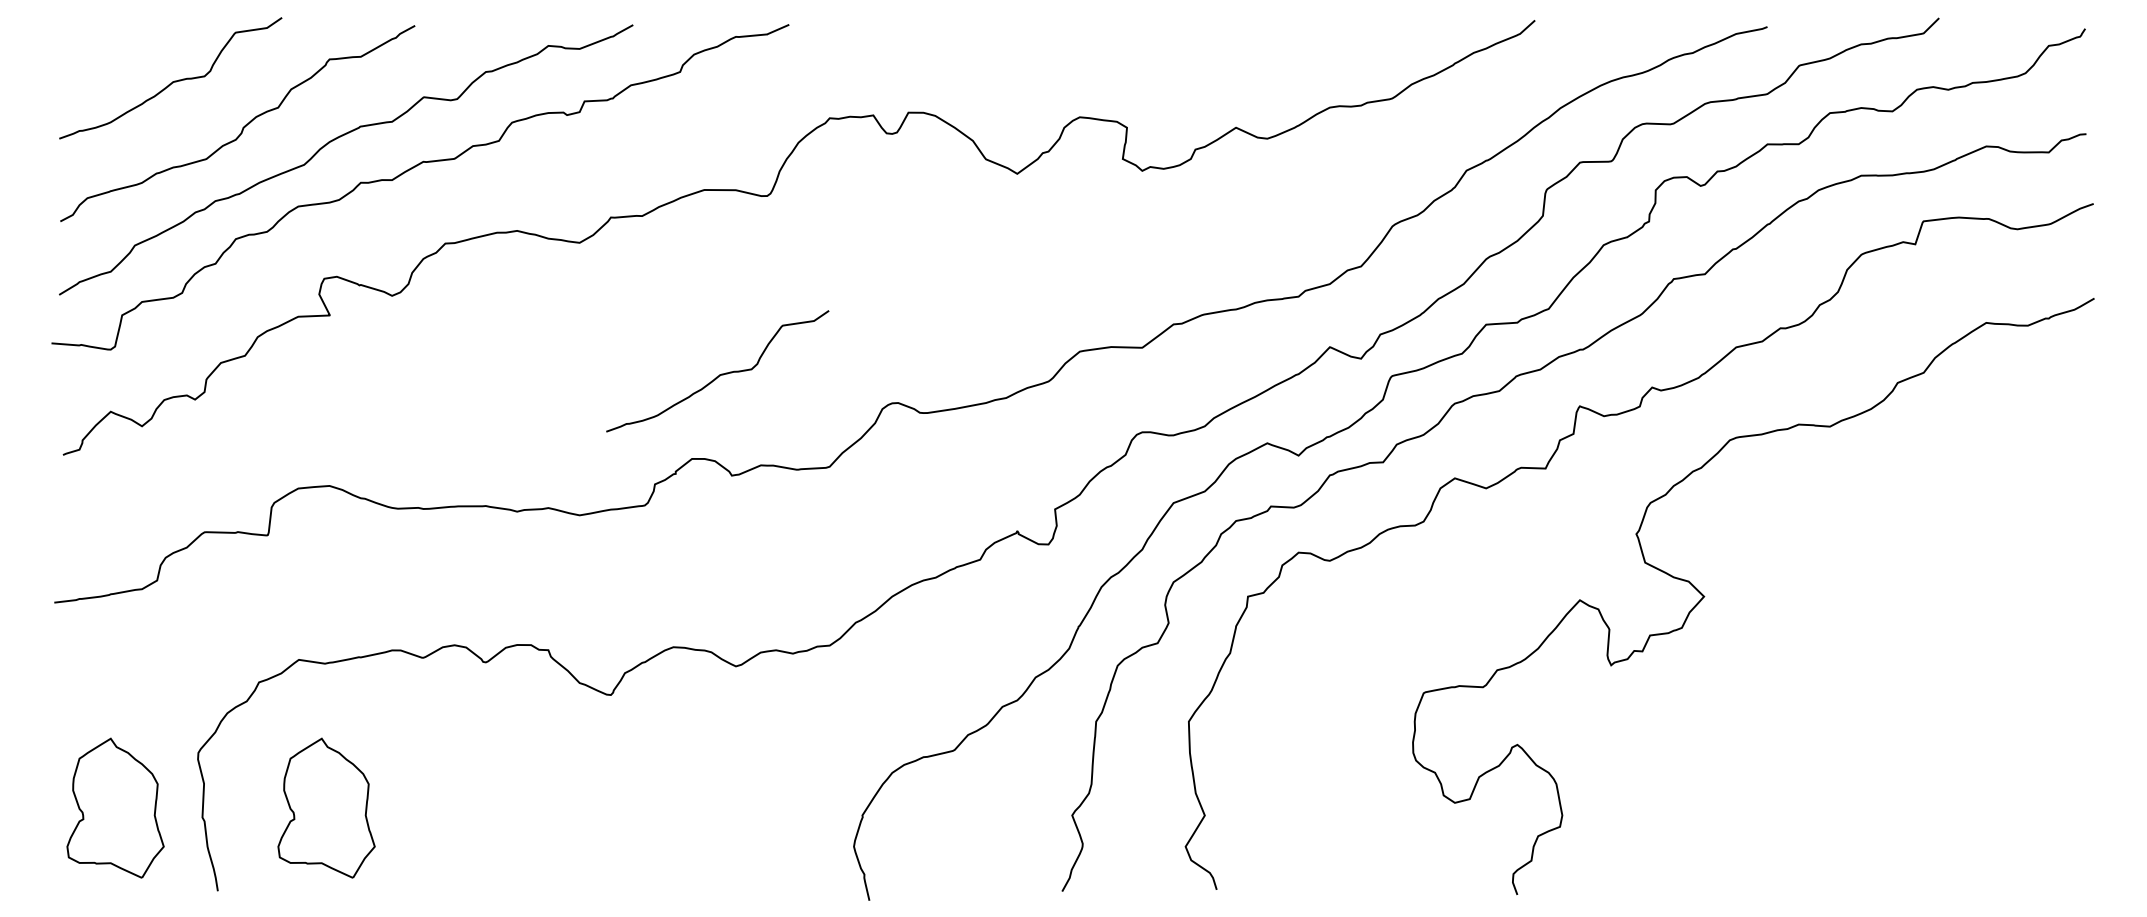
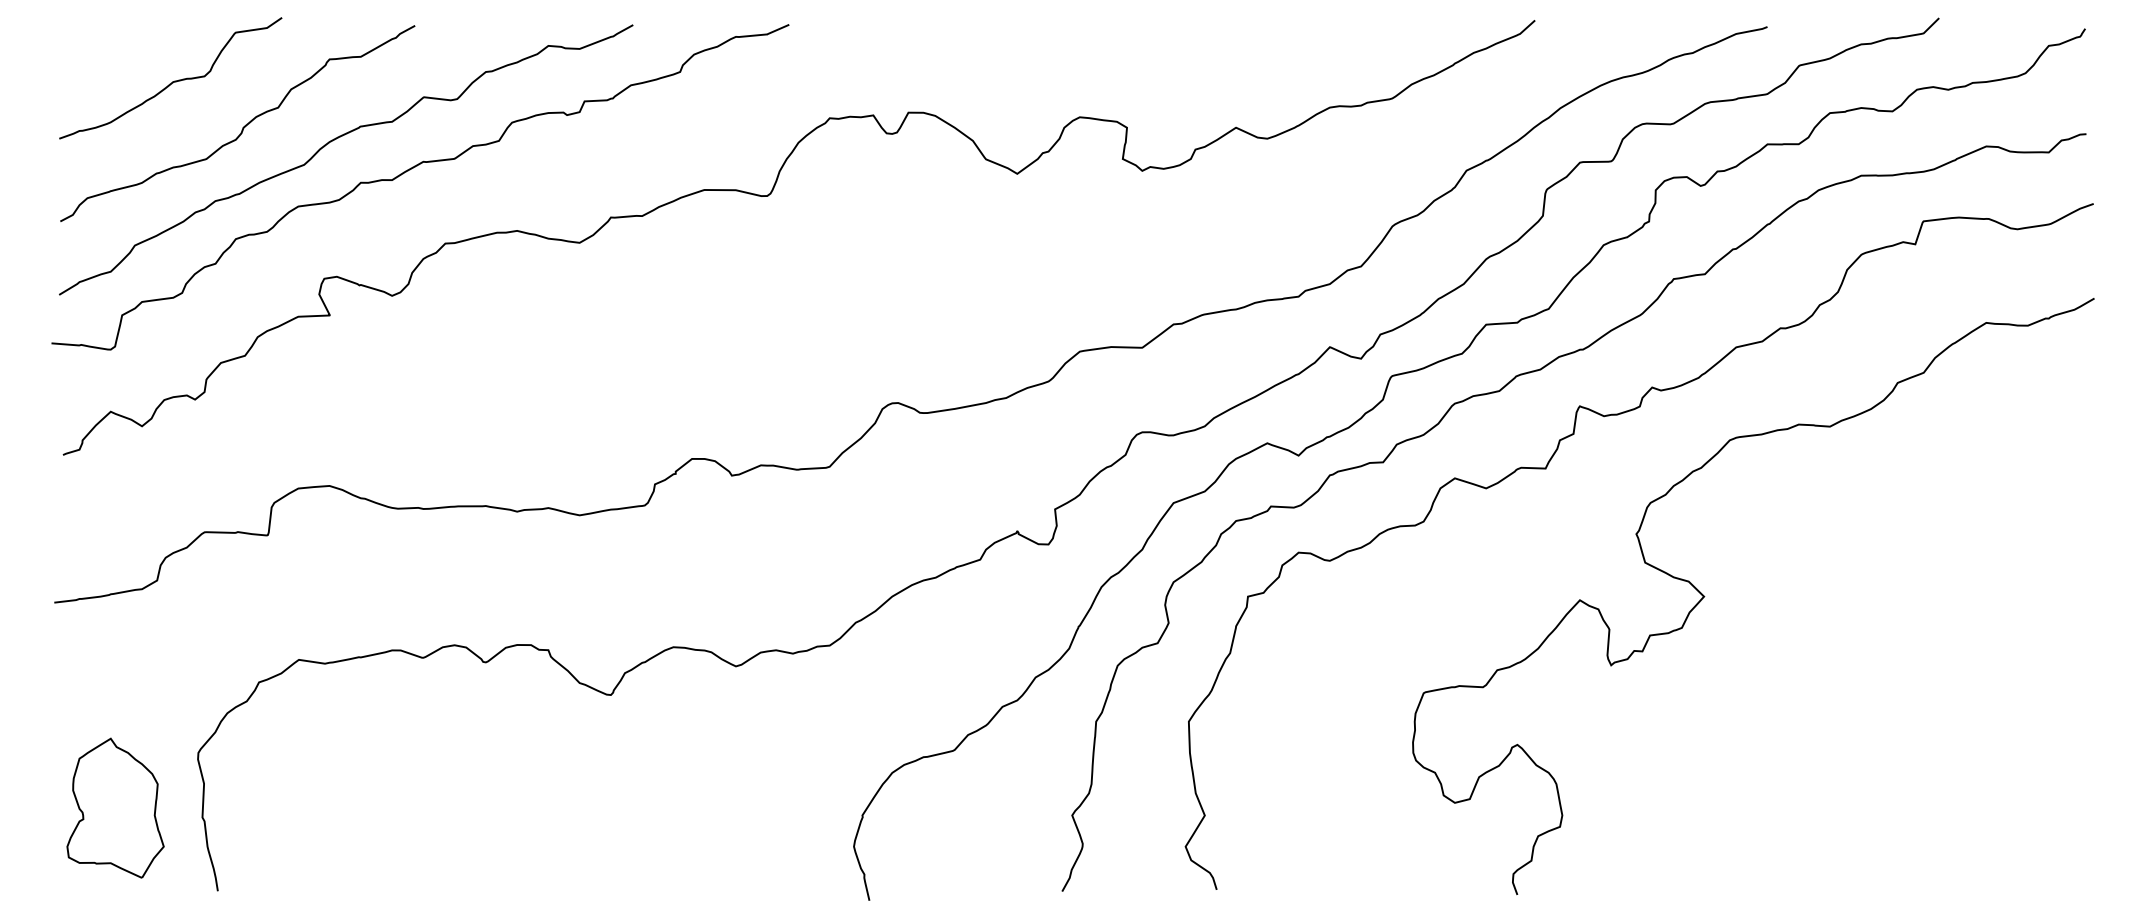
curve at (719, 374): present -> none
part at (326, 807): present -> none
